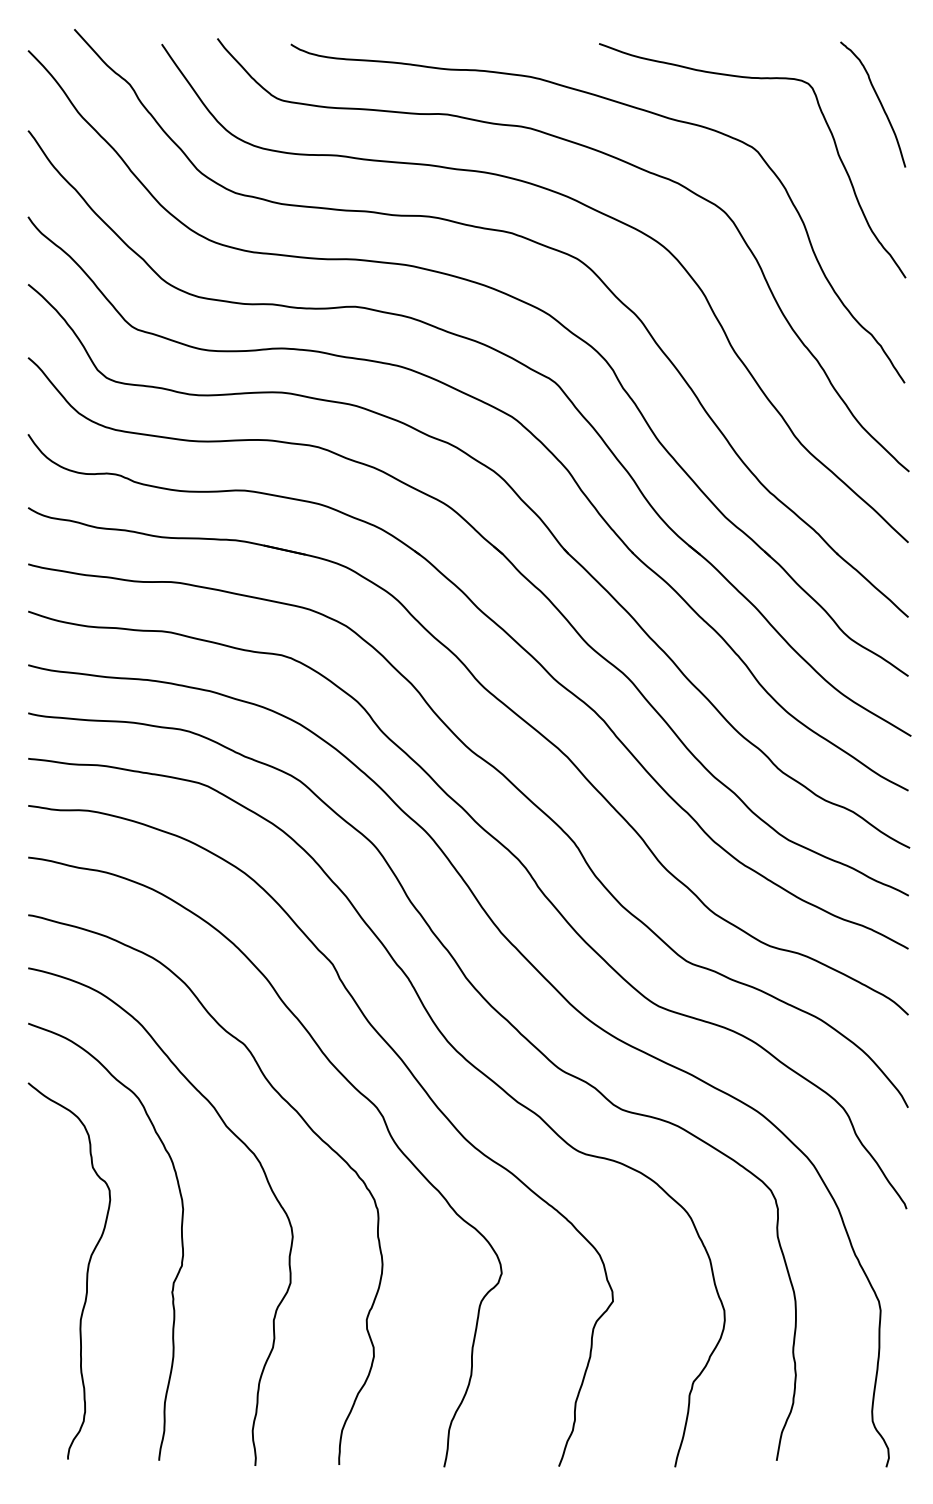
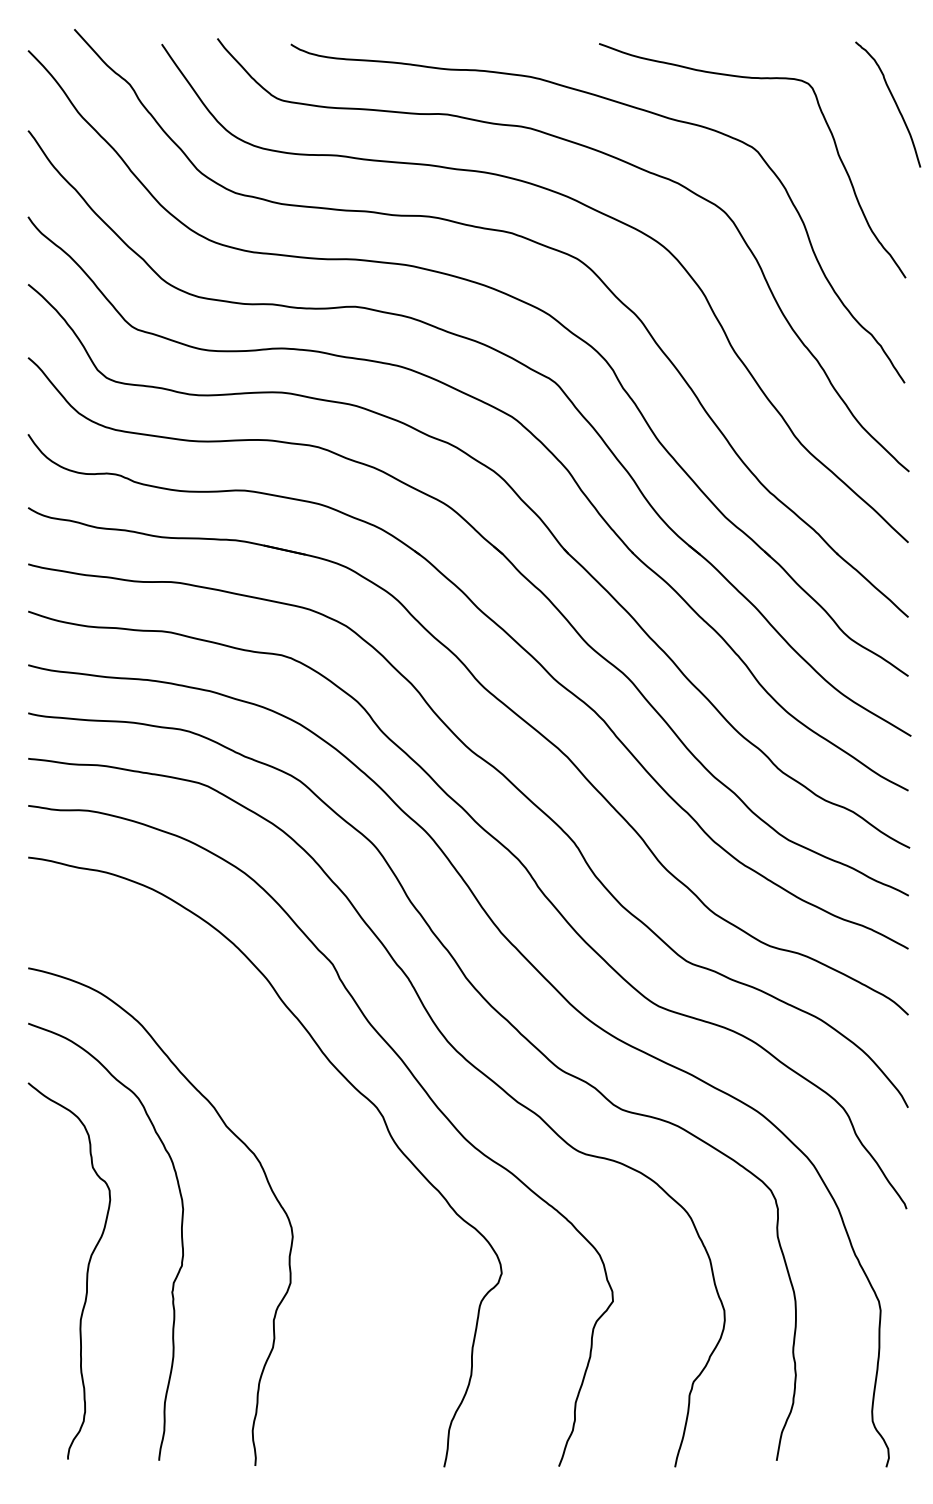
curve at (879, 102) position: (879, 102) -> (894, 102)
curve at (283, 1100): present -> none
